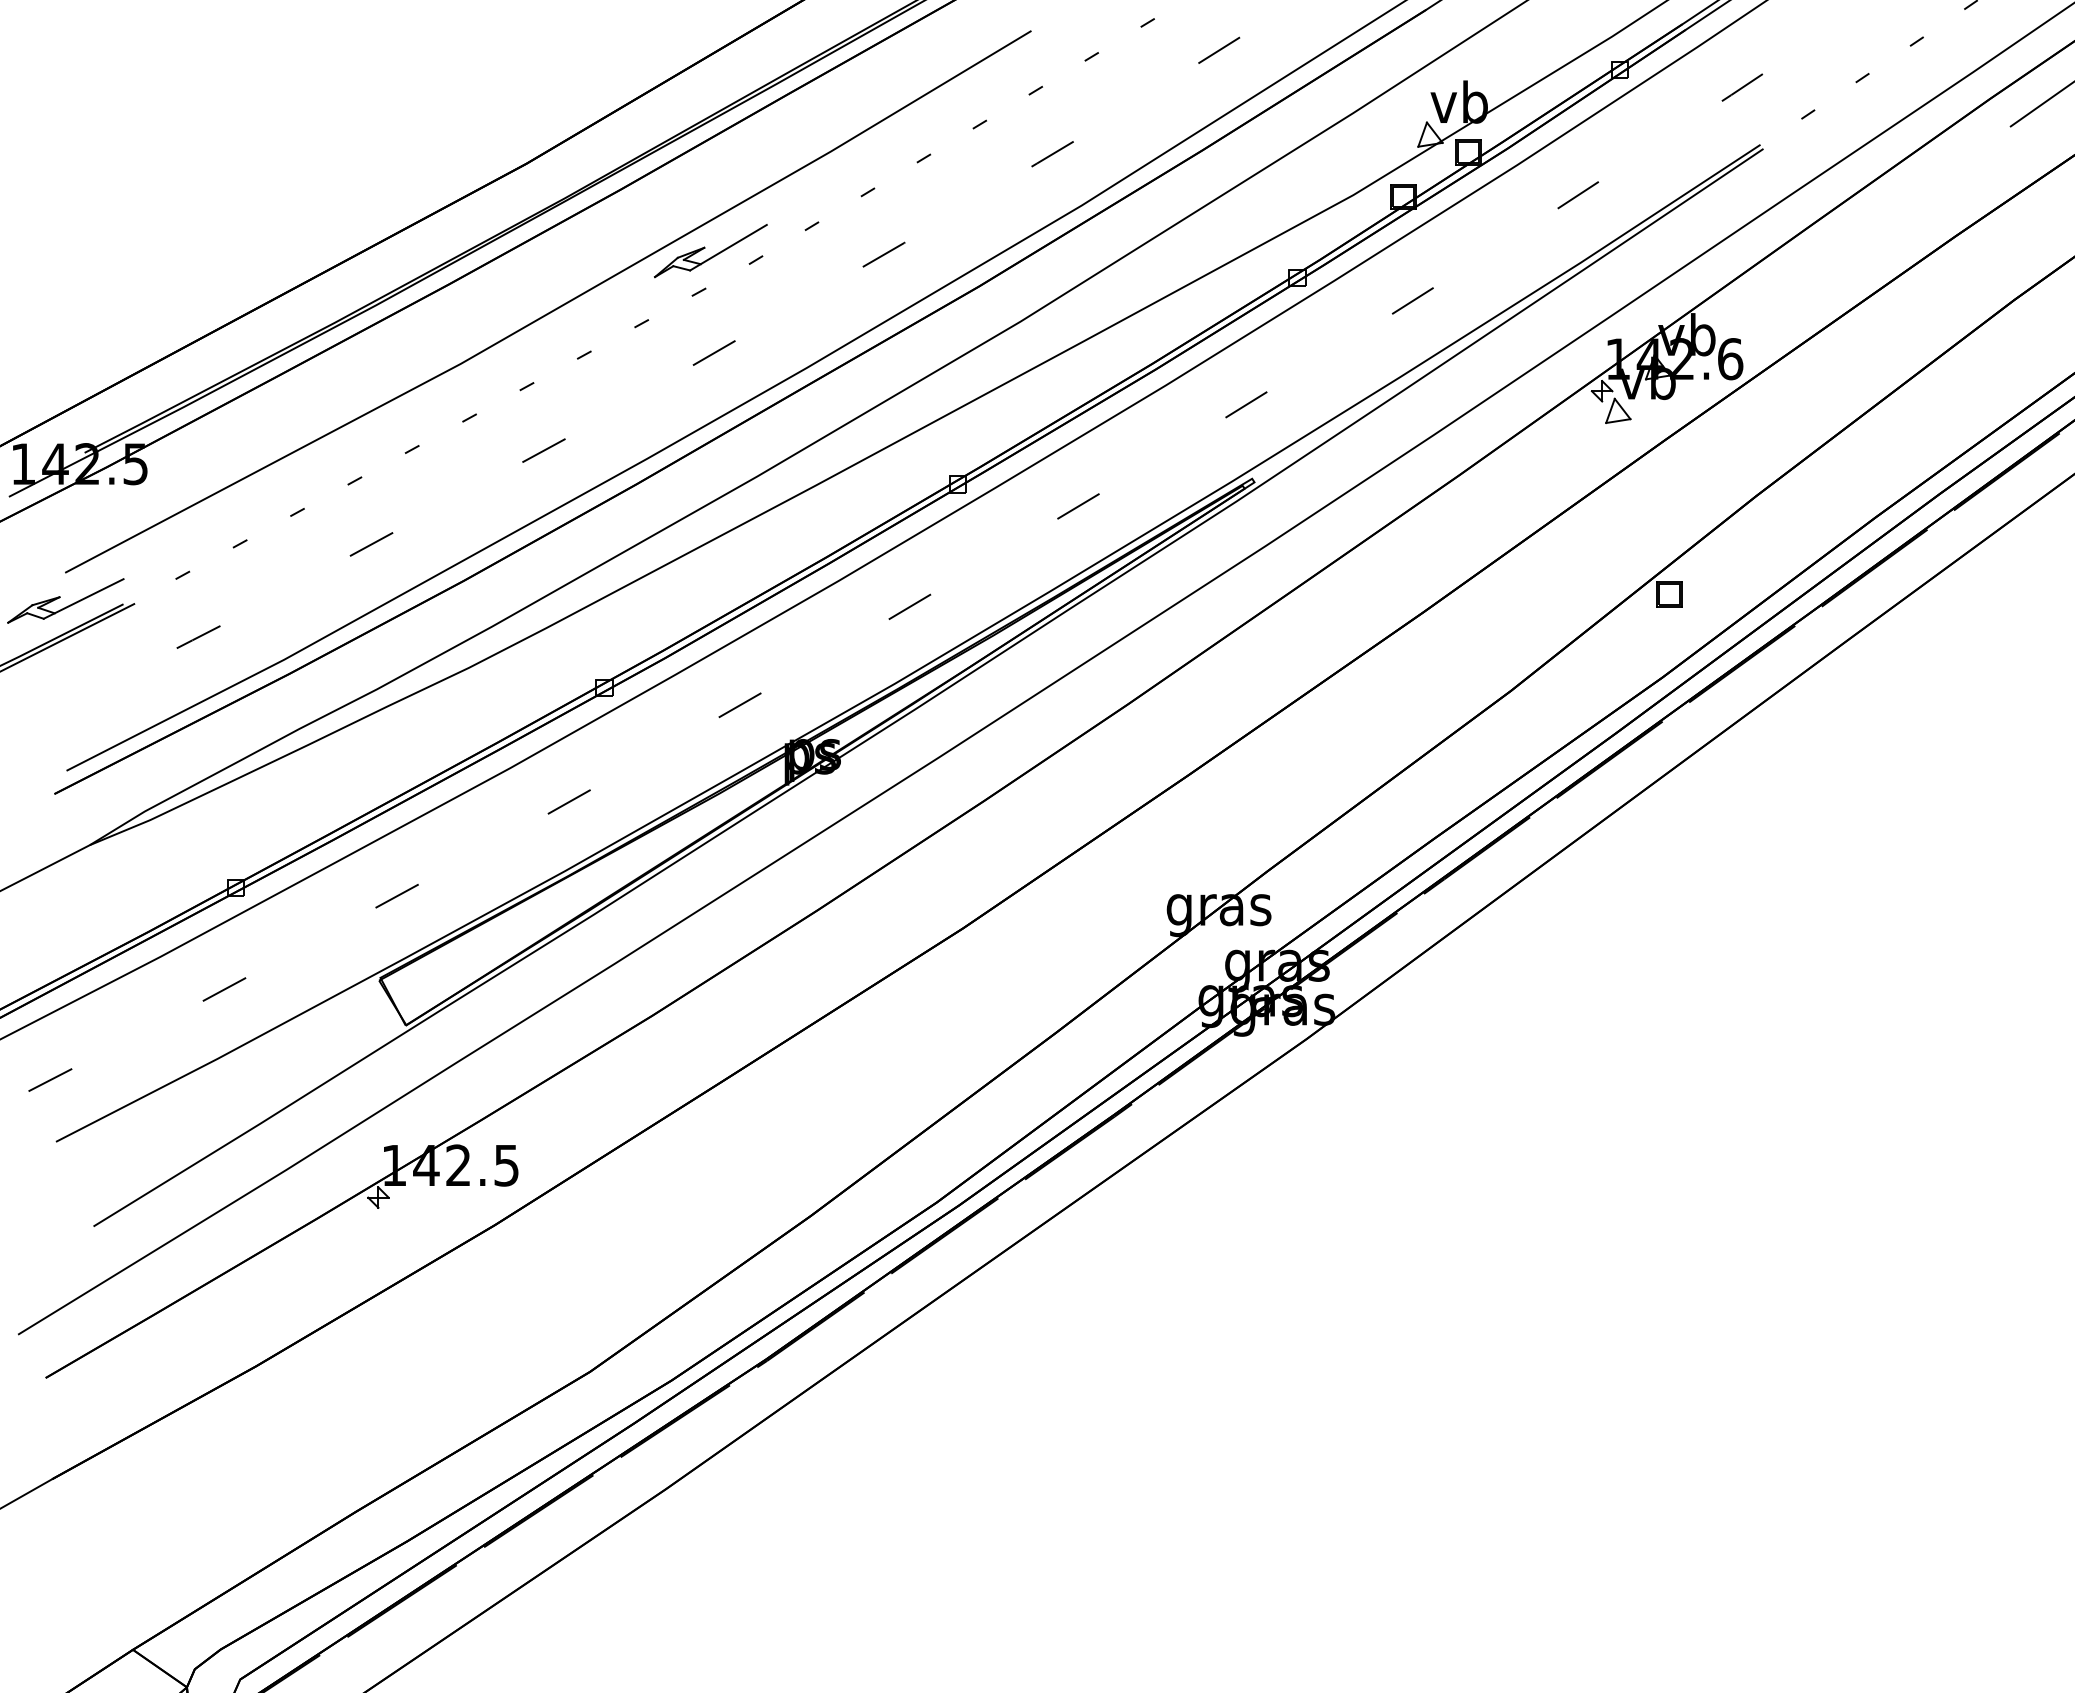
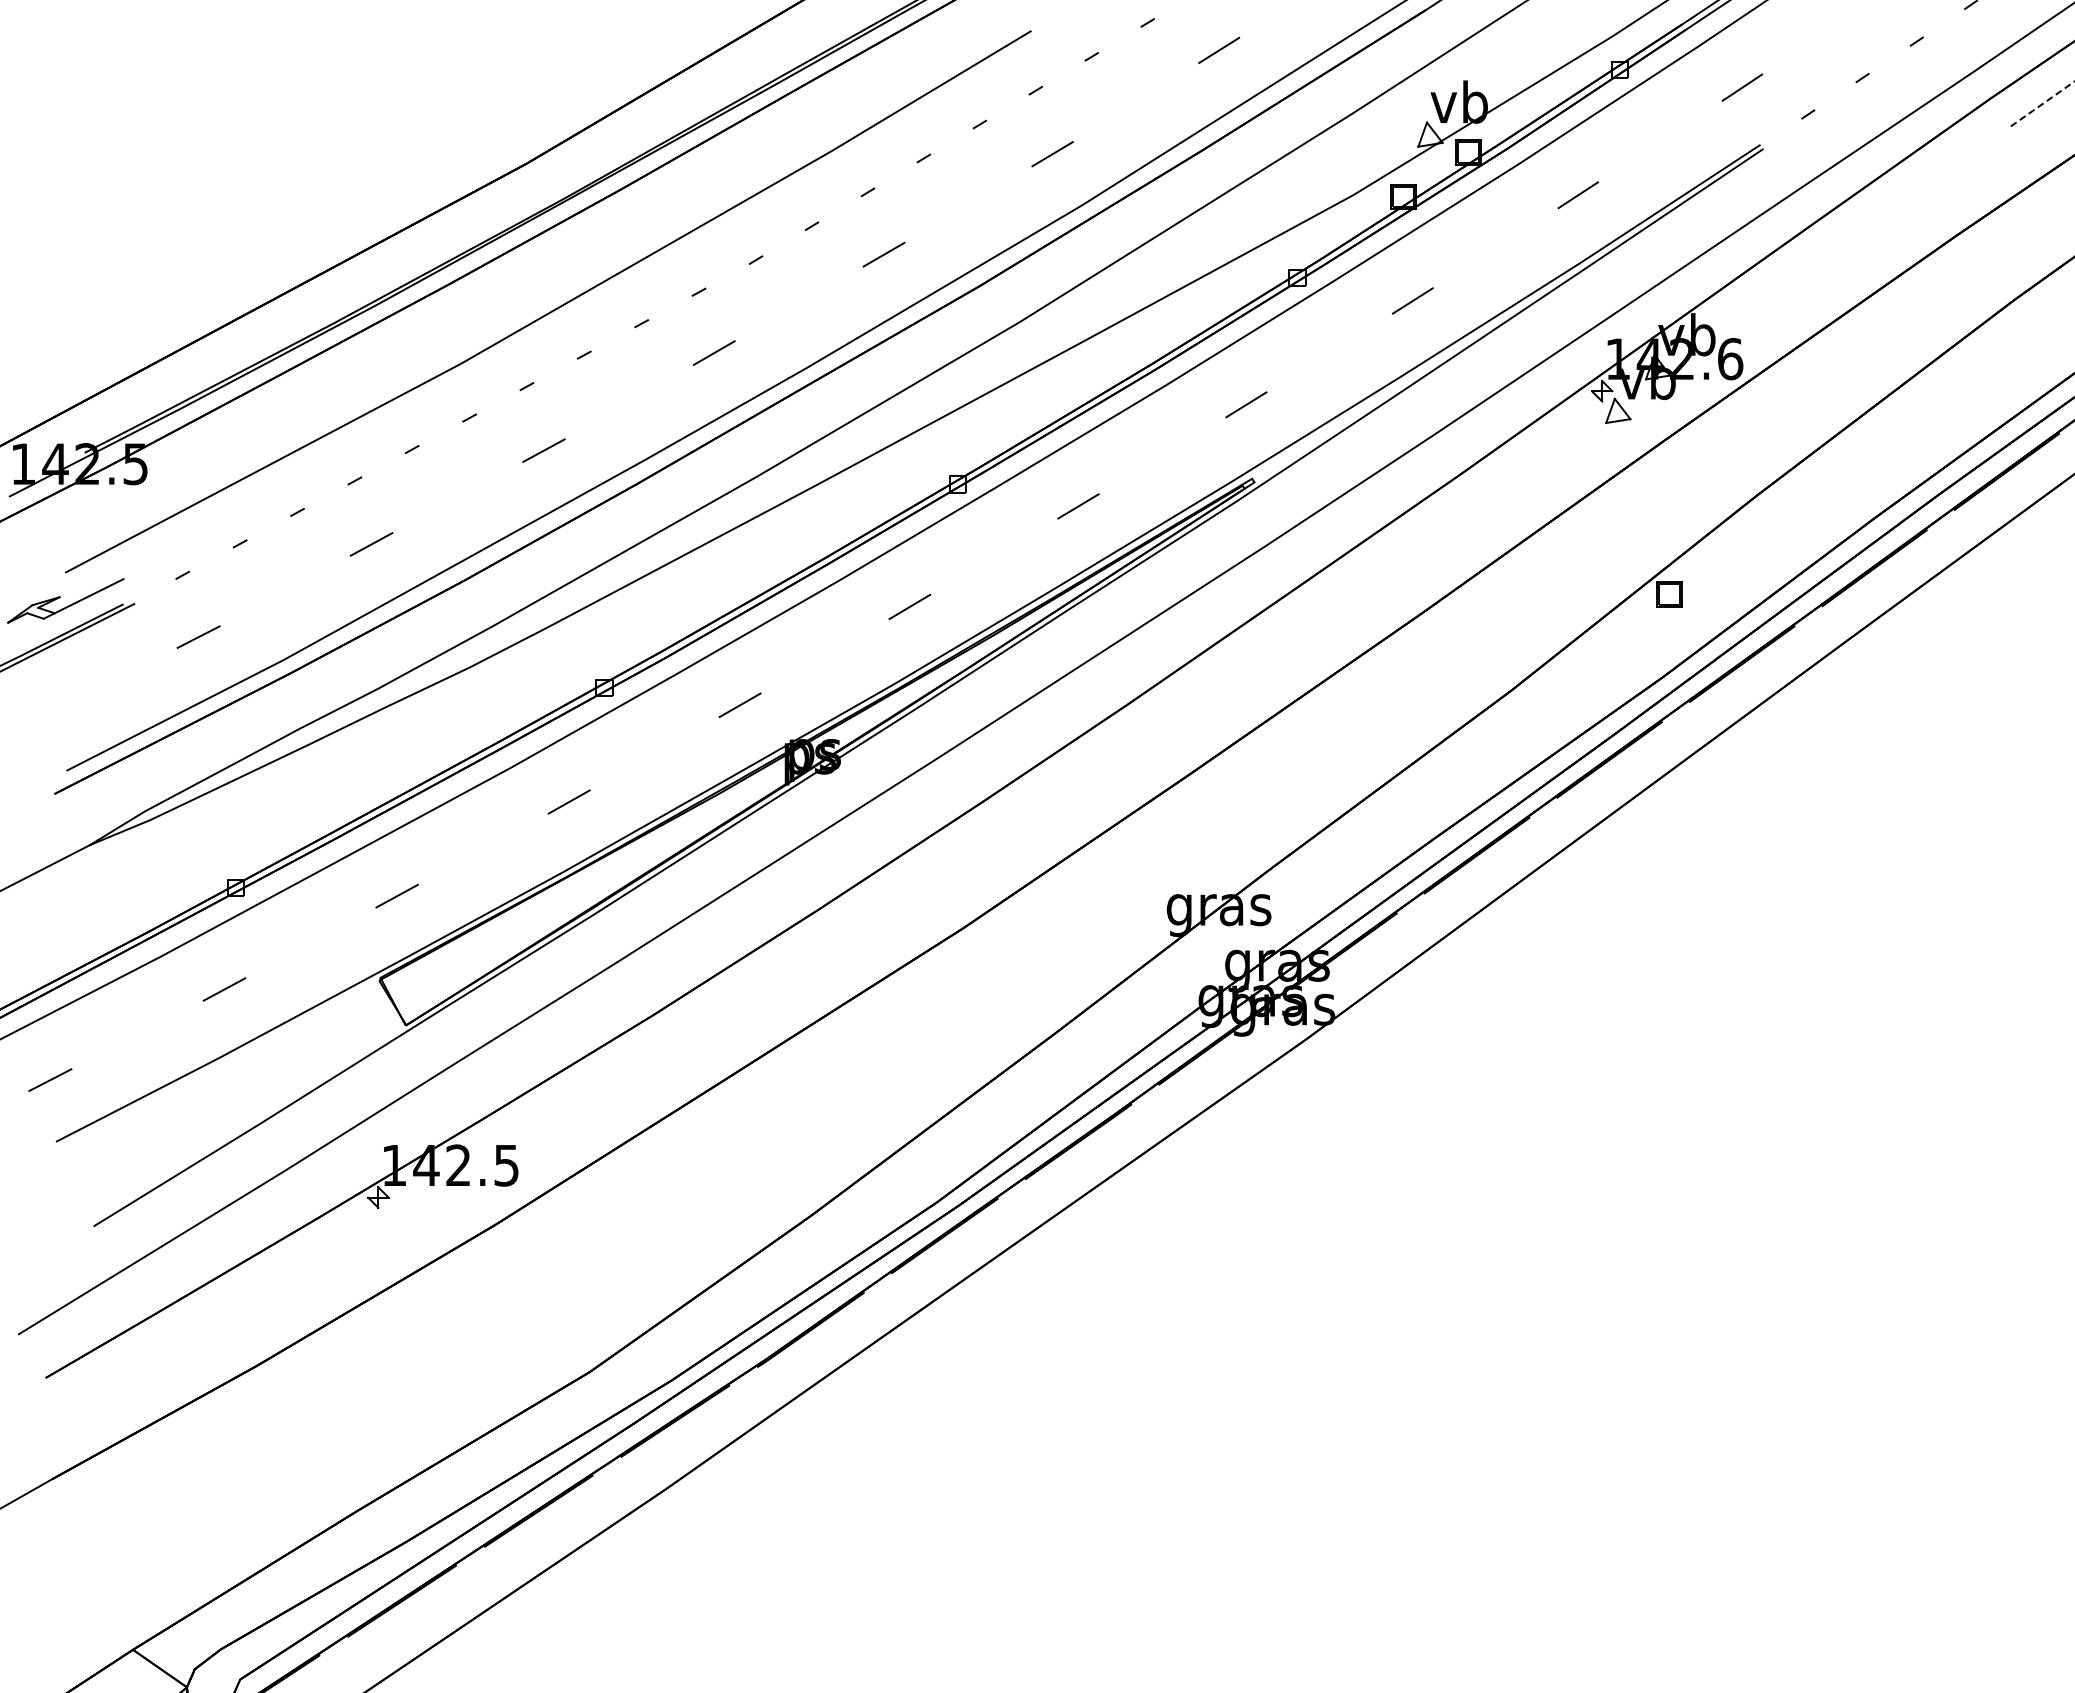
line at (2042, 104): solid -> dashed
part at (710, 251): present -> none
